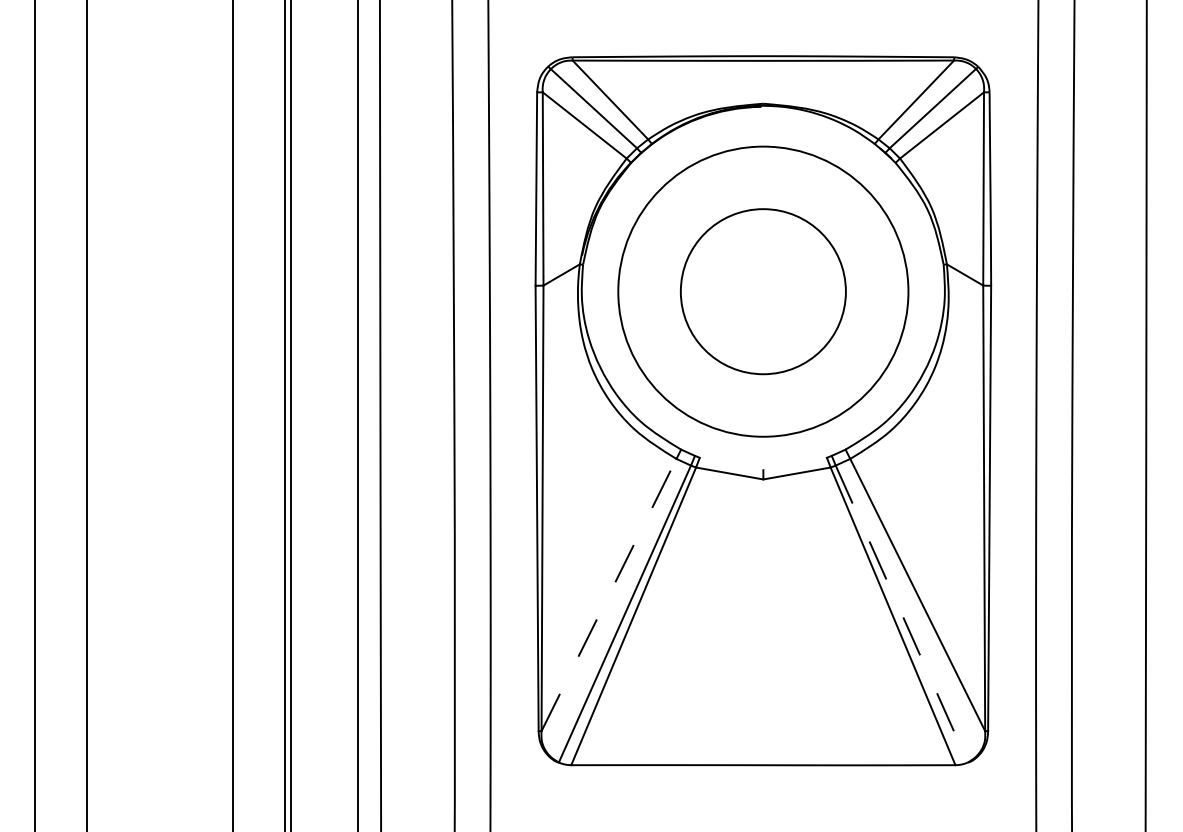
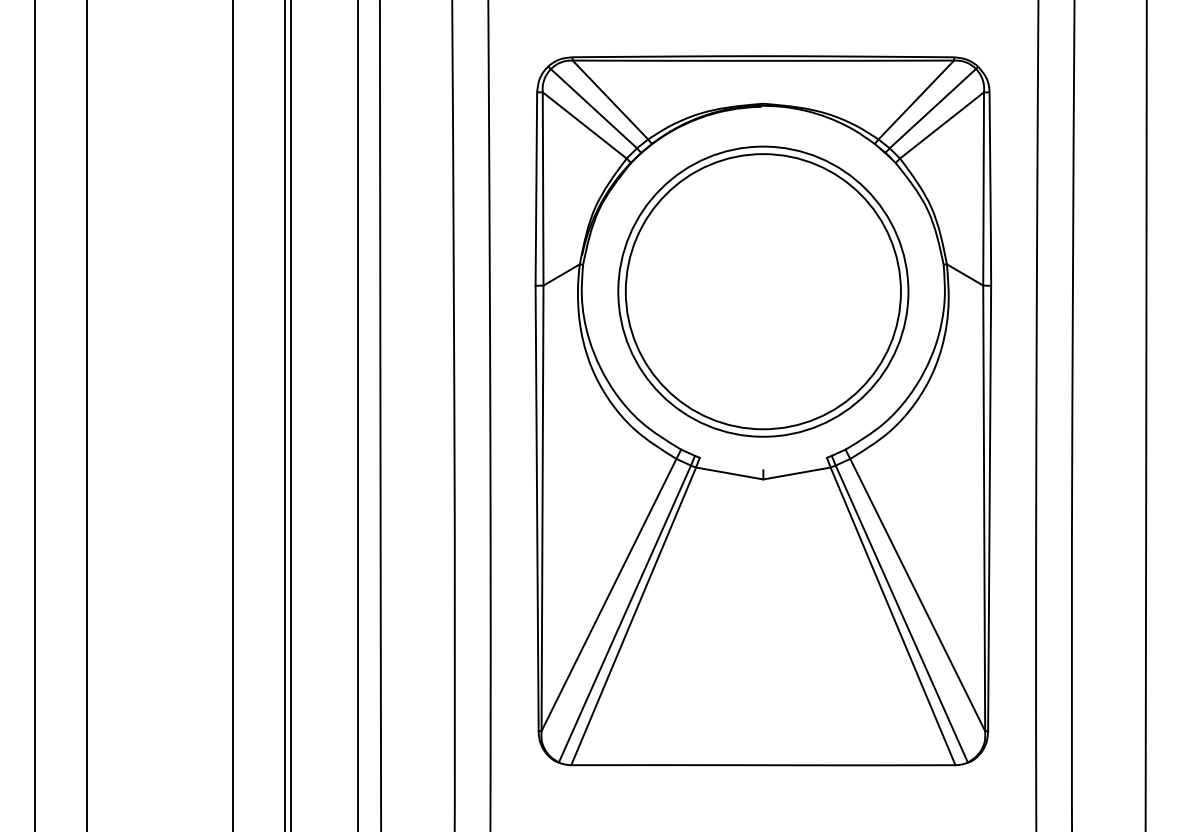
circle at (762, 291) diameter: 165 px -> 275 px
line at (609, 595): dashed -> solid
line at (901, 614): dashed -> solid
